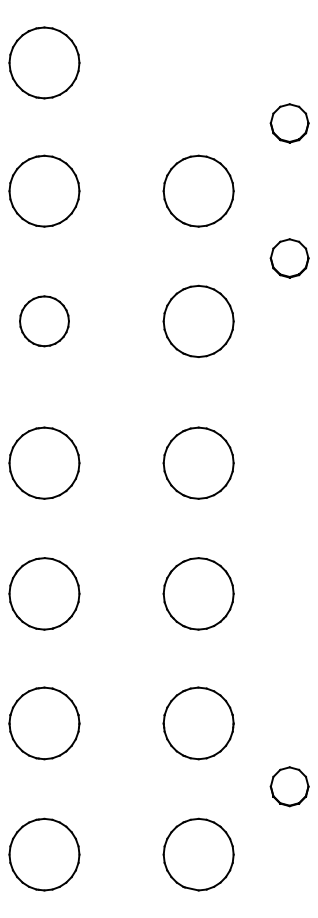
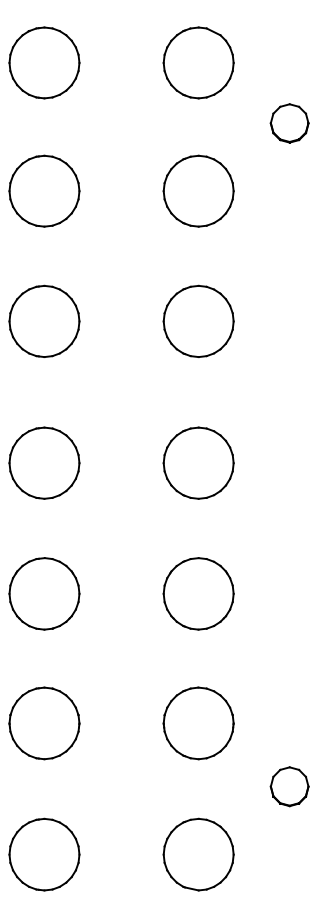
part at (198, 62): none -> present
part at (289, 258): present -> none
part at (44, 321) size: 51x53 px -> 73x74 px
